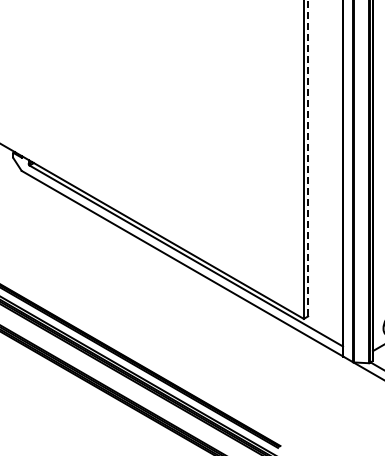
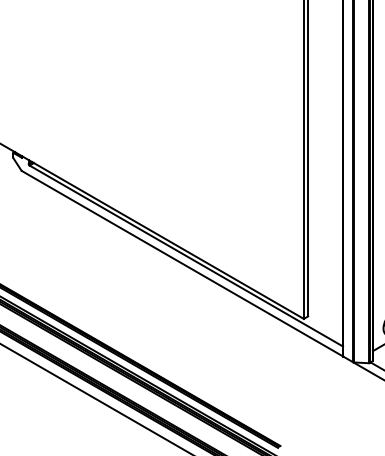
line at (308, 158): dashed -> solid
line at (95, 398): none -> present
